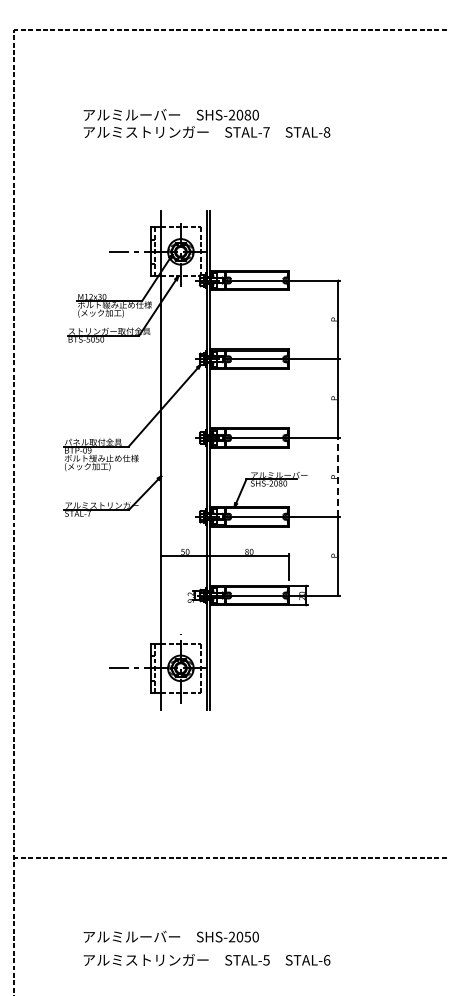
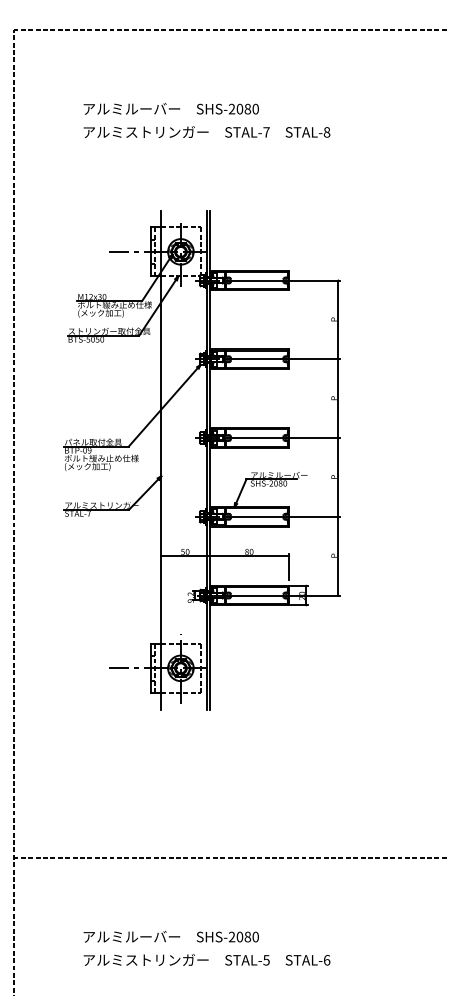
text at (170, 114) position: (170, 114) -> (170, 108)
line at (338, 476): dashed -> solid
text at (247, 936): SHS-2050 -> SHS-2080
